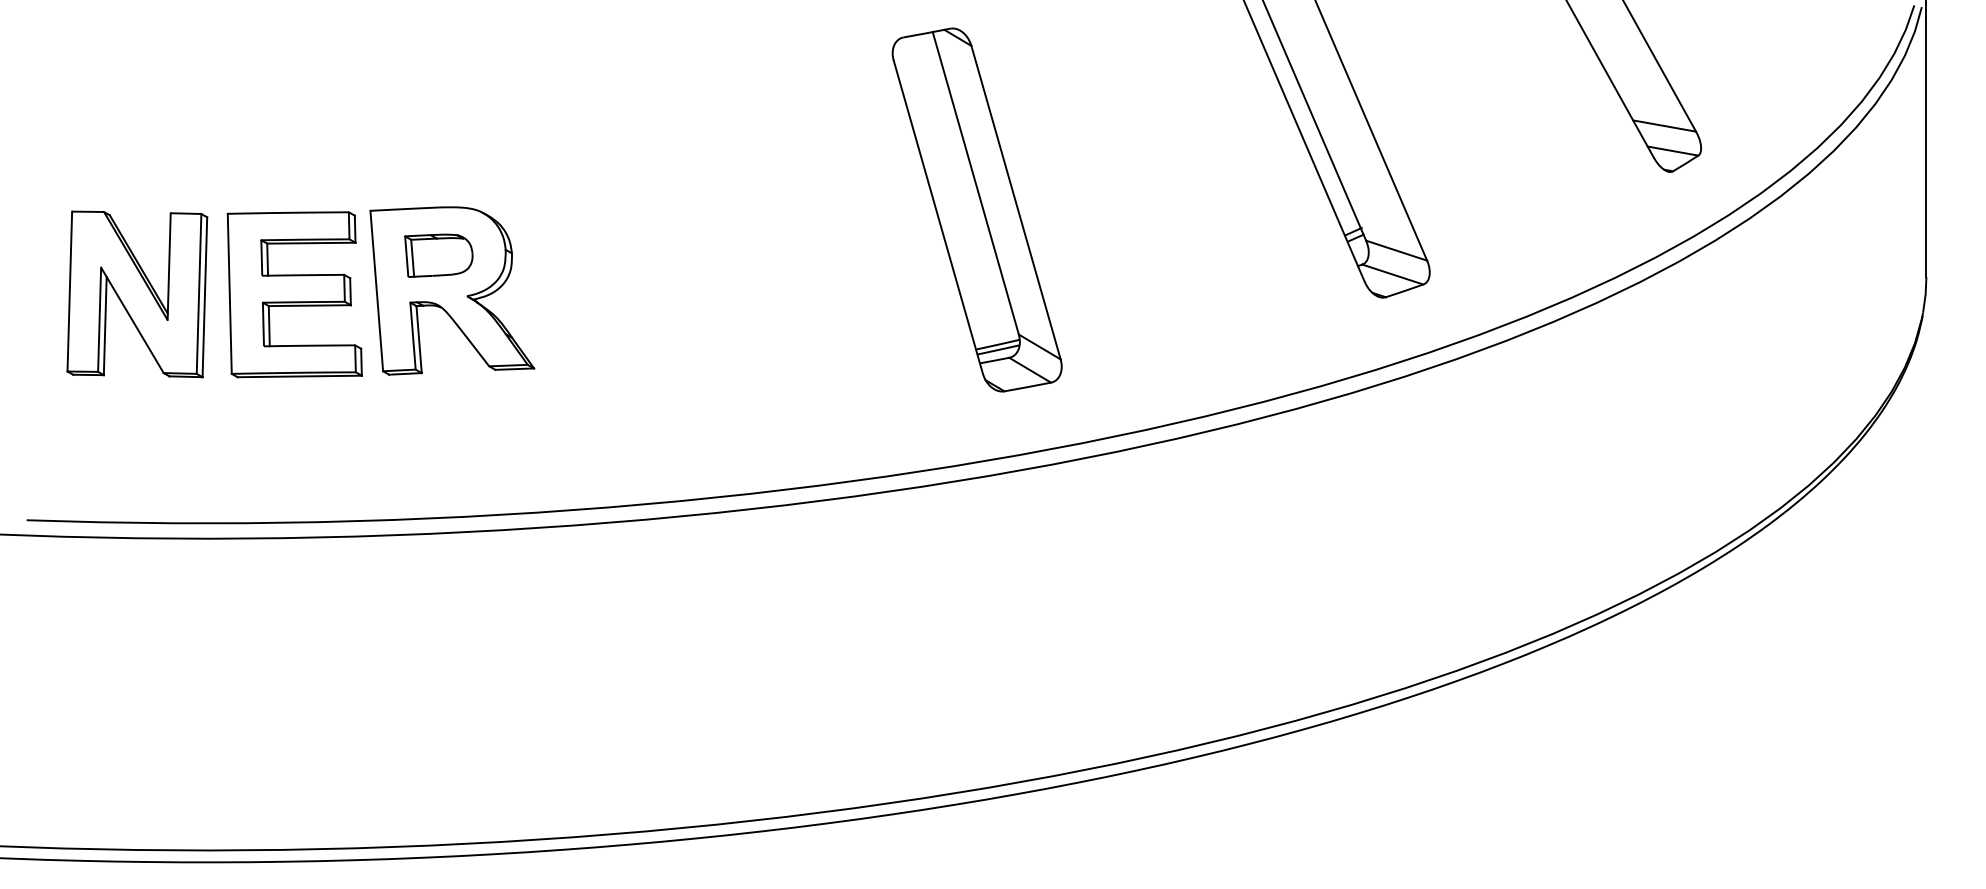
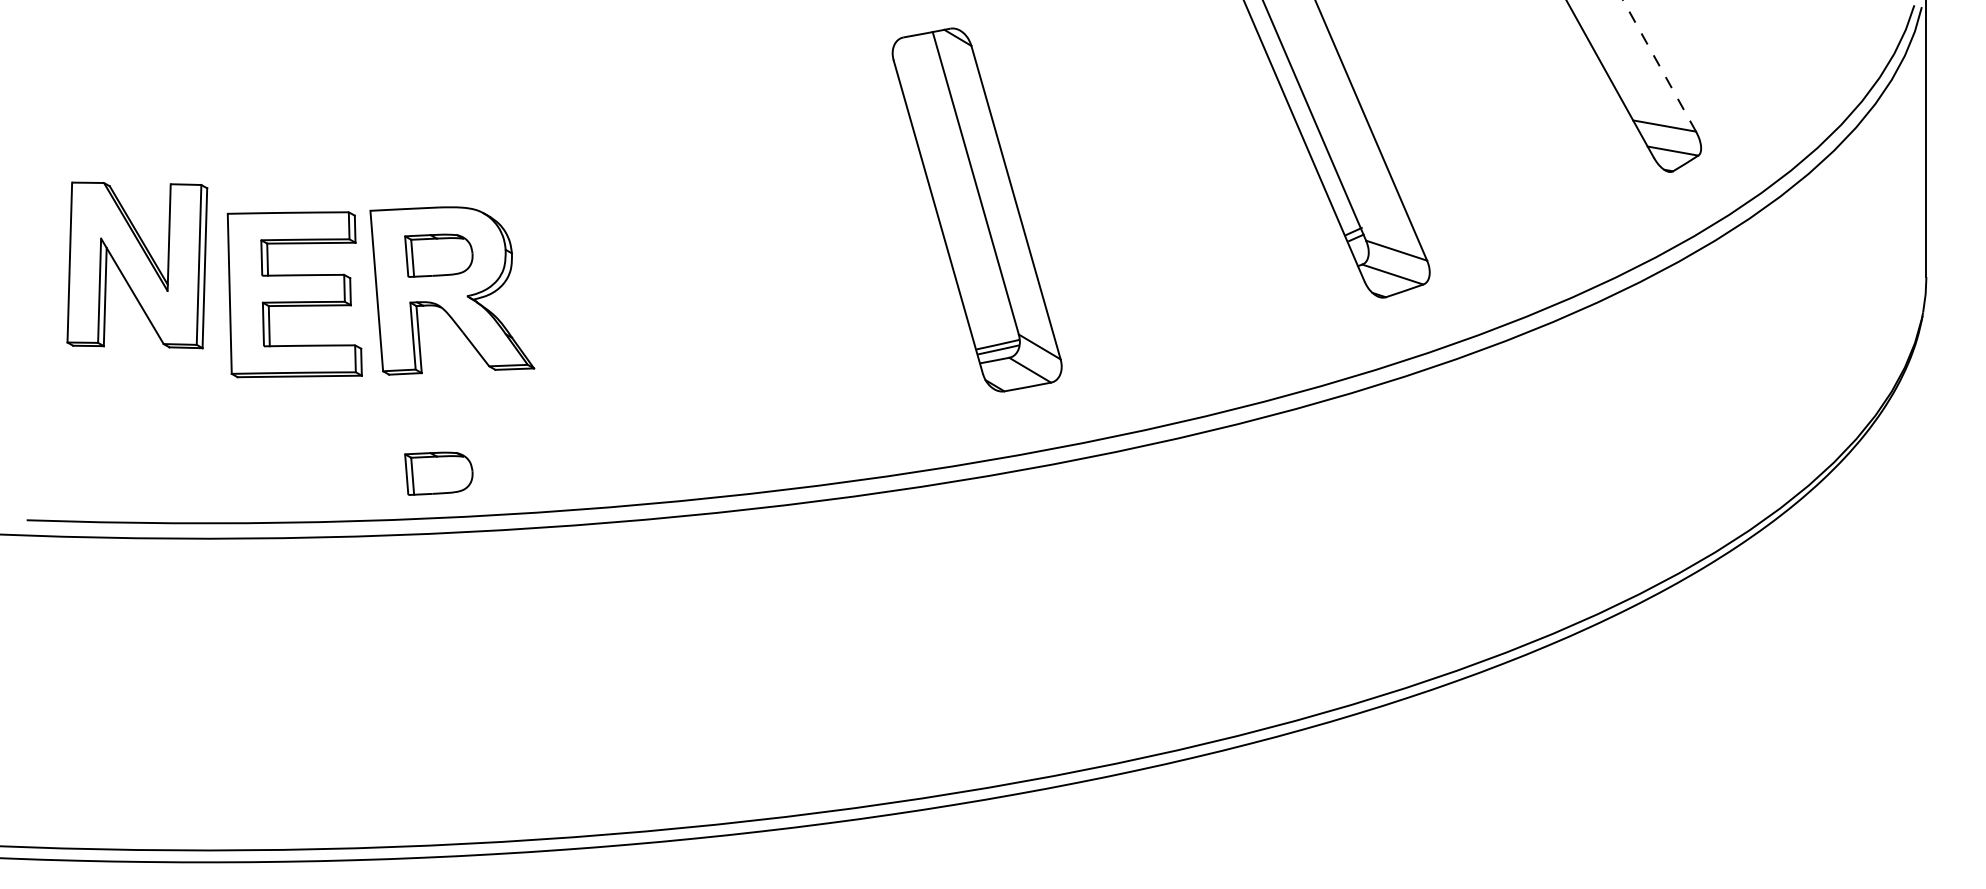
line at (1659, 66): solid -> dashed
part at (137, 294) position: (137, 294) -> (137, 265)
part at (438, 473): none -> present
